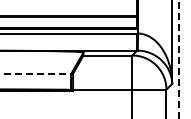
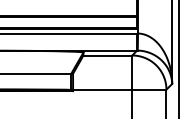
line at (178, 59): dashed -> solid
line at (36, 73): dashed -> solid
